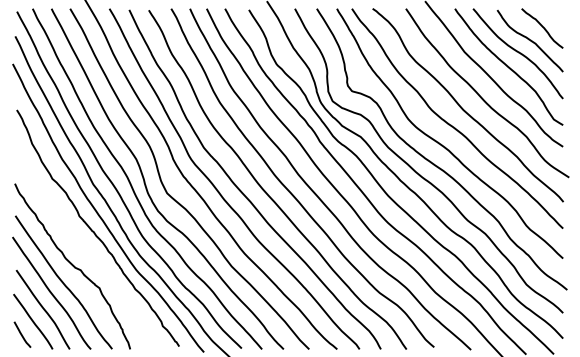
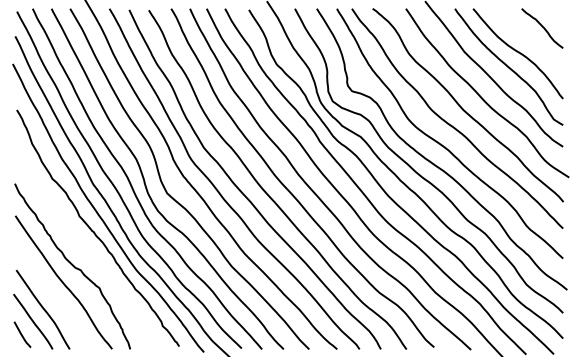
curve at (529, 40): present -> none
curve at (51, 292): present -> none
